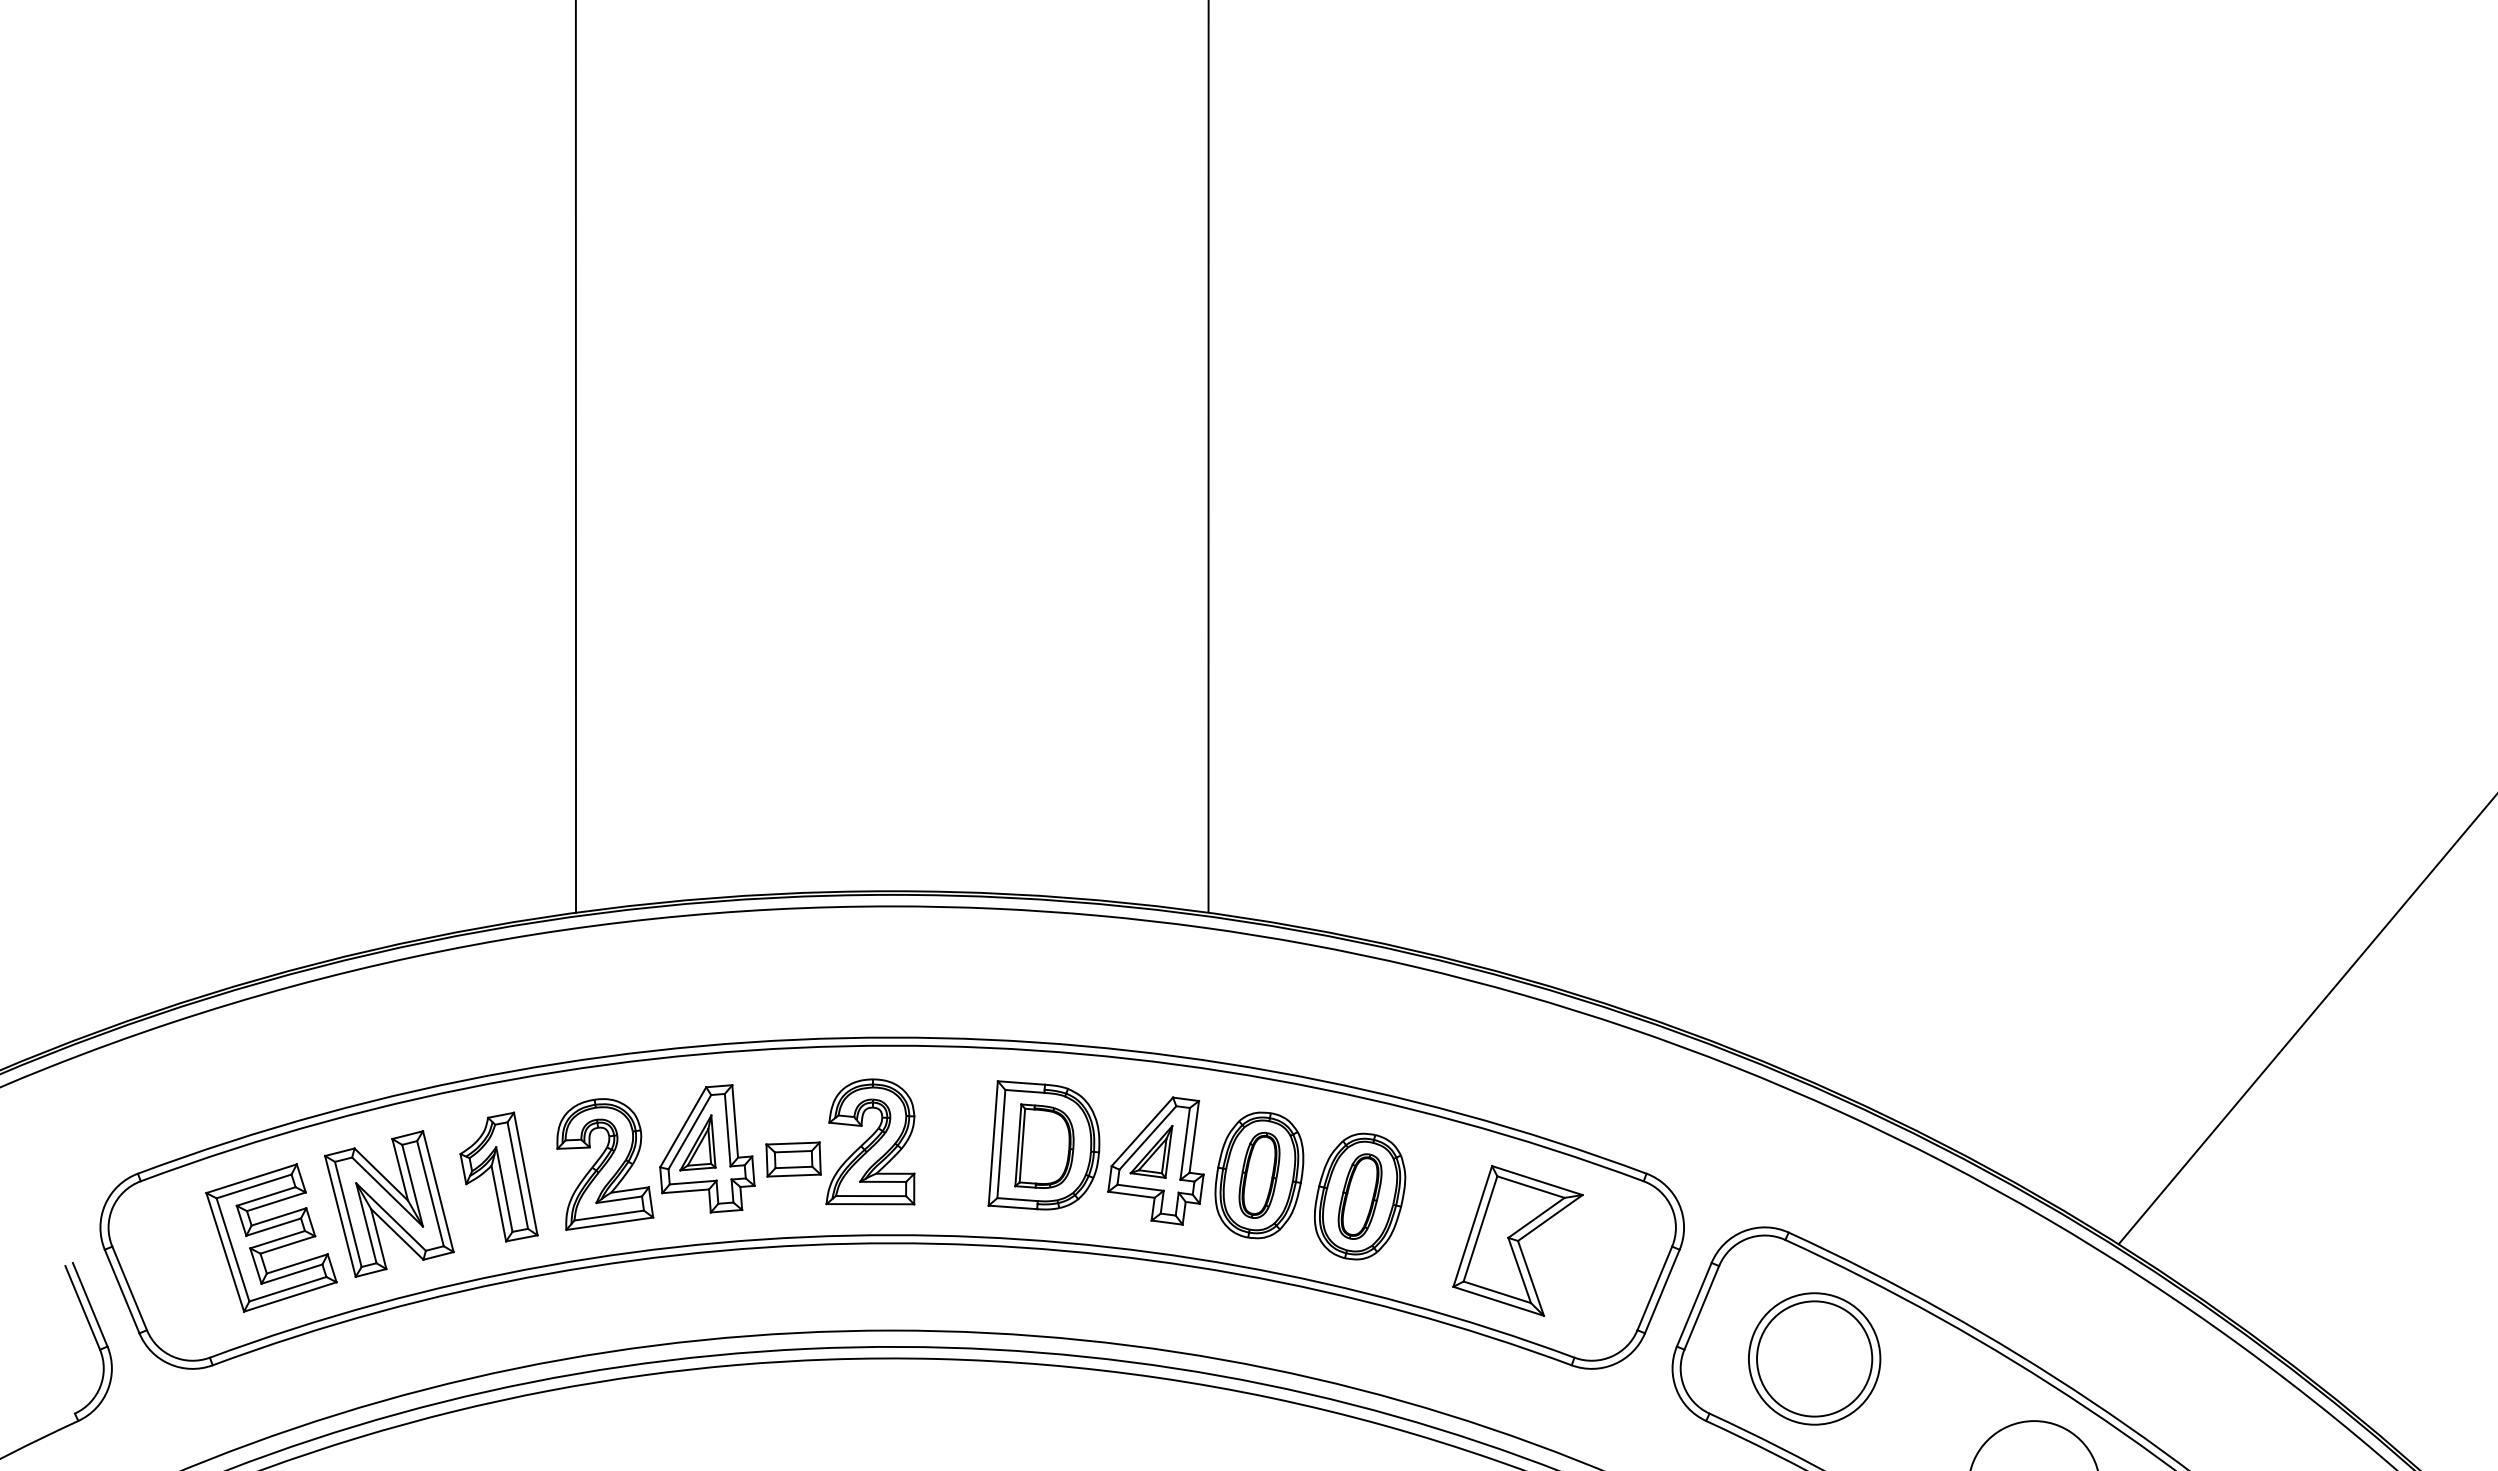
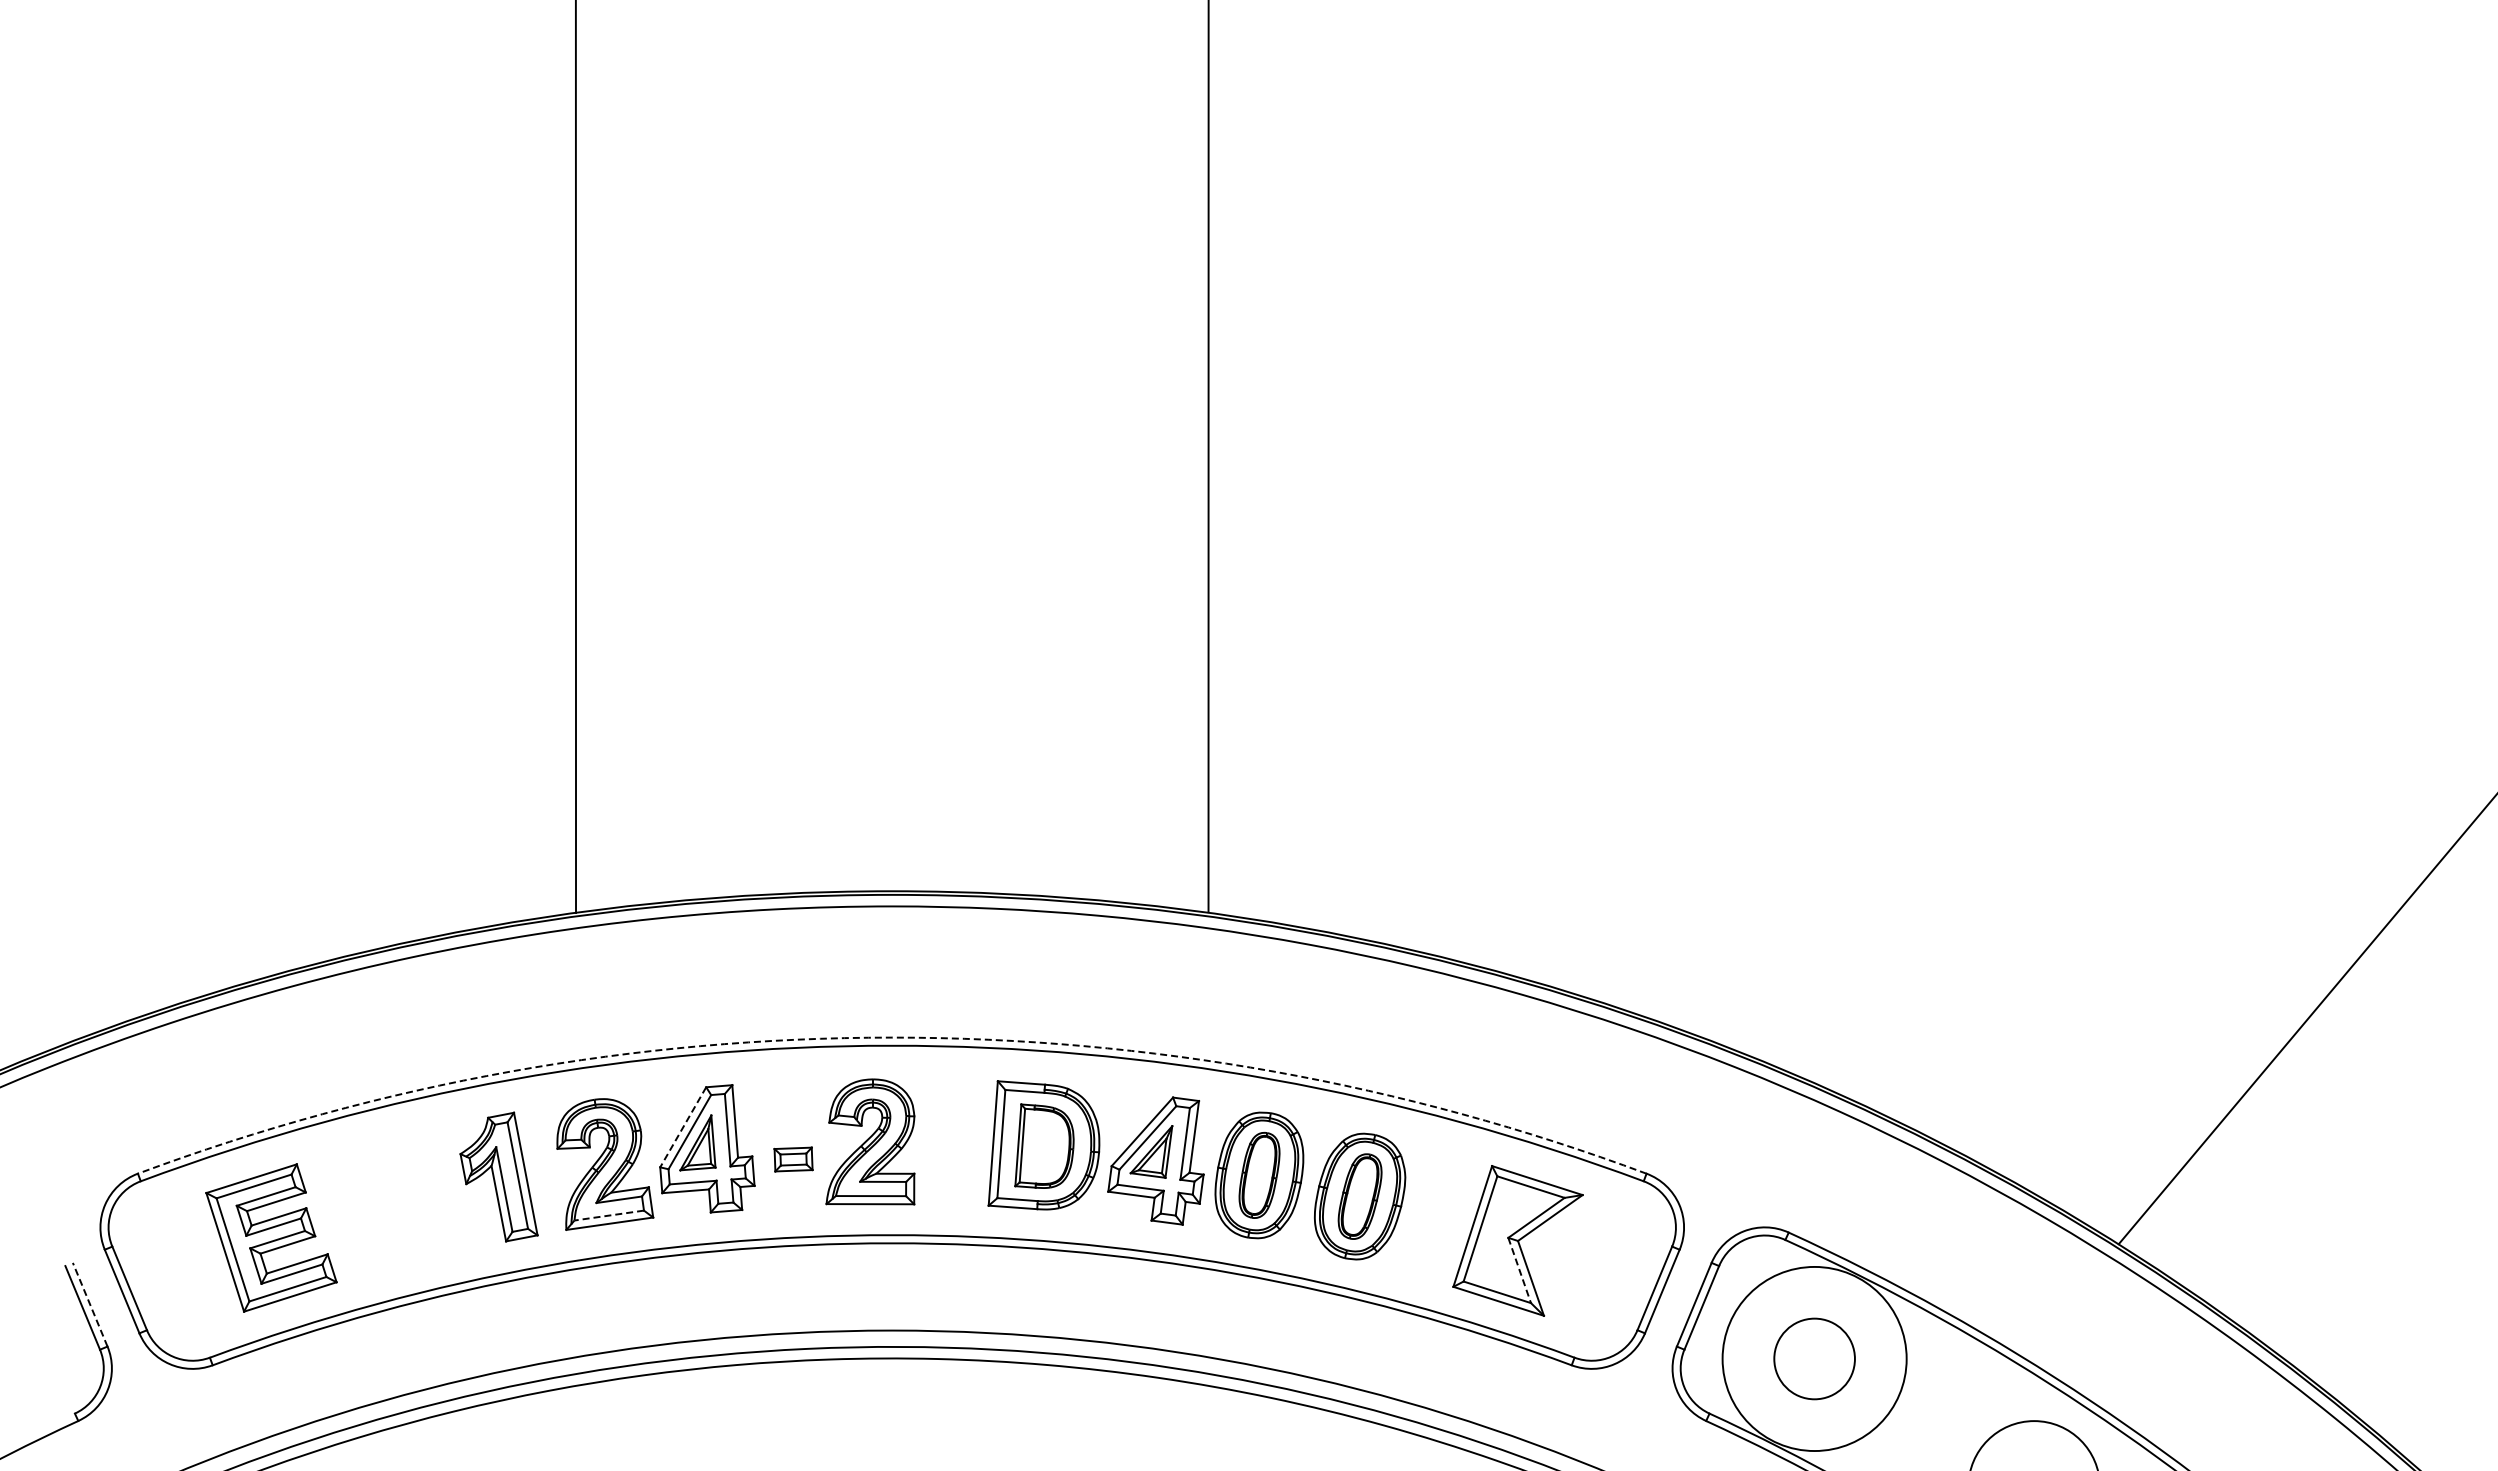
arc at (892, 1037): solid -> dashed
line at (682, 1127): solid -> dashed
part at (793, 1159) size: 57x37 px -> 41x27 px
part at (389, 1203): present -> none
line at (608, 1215): solid -> dashed
line at (1519, 1270): solid -> dashed
line at (90, 1304): solid -> dashed
circle at (1814, 1358) diameter: 115 px -> 81 px
circle at (1814, 1358) diameter: 131 px -> 184 px
